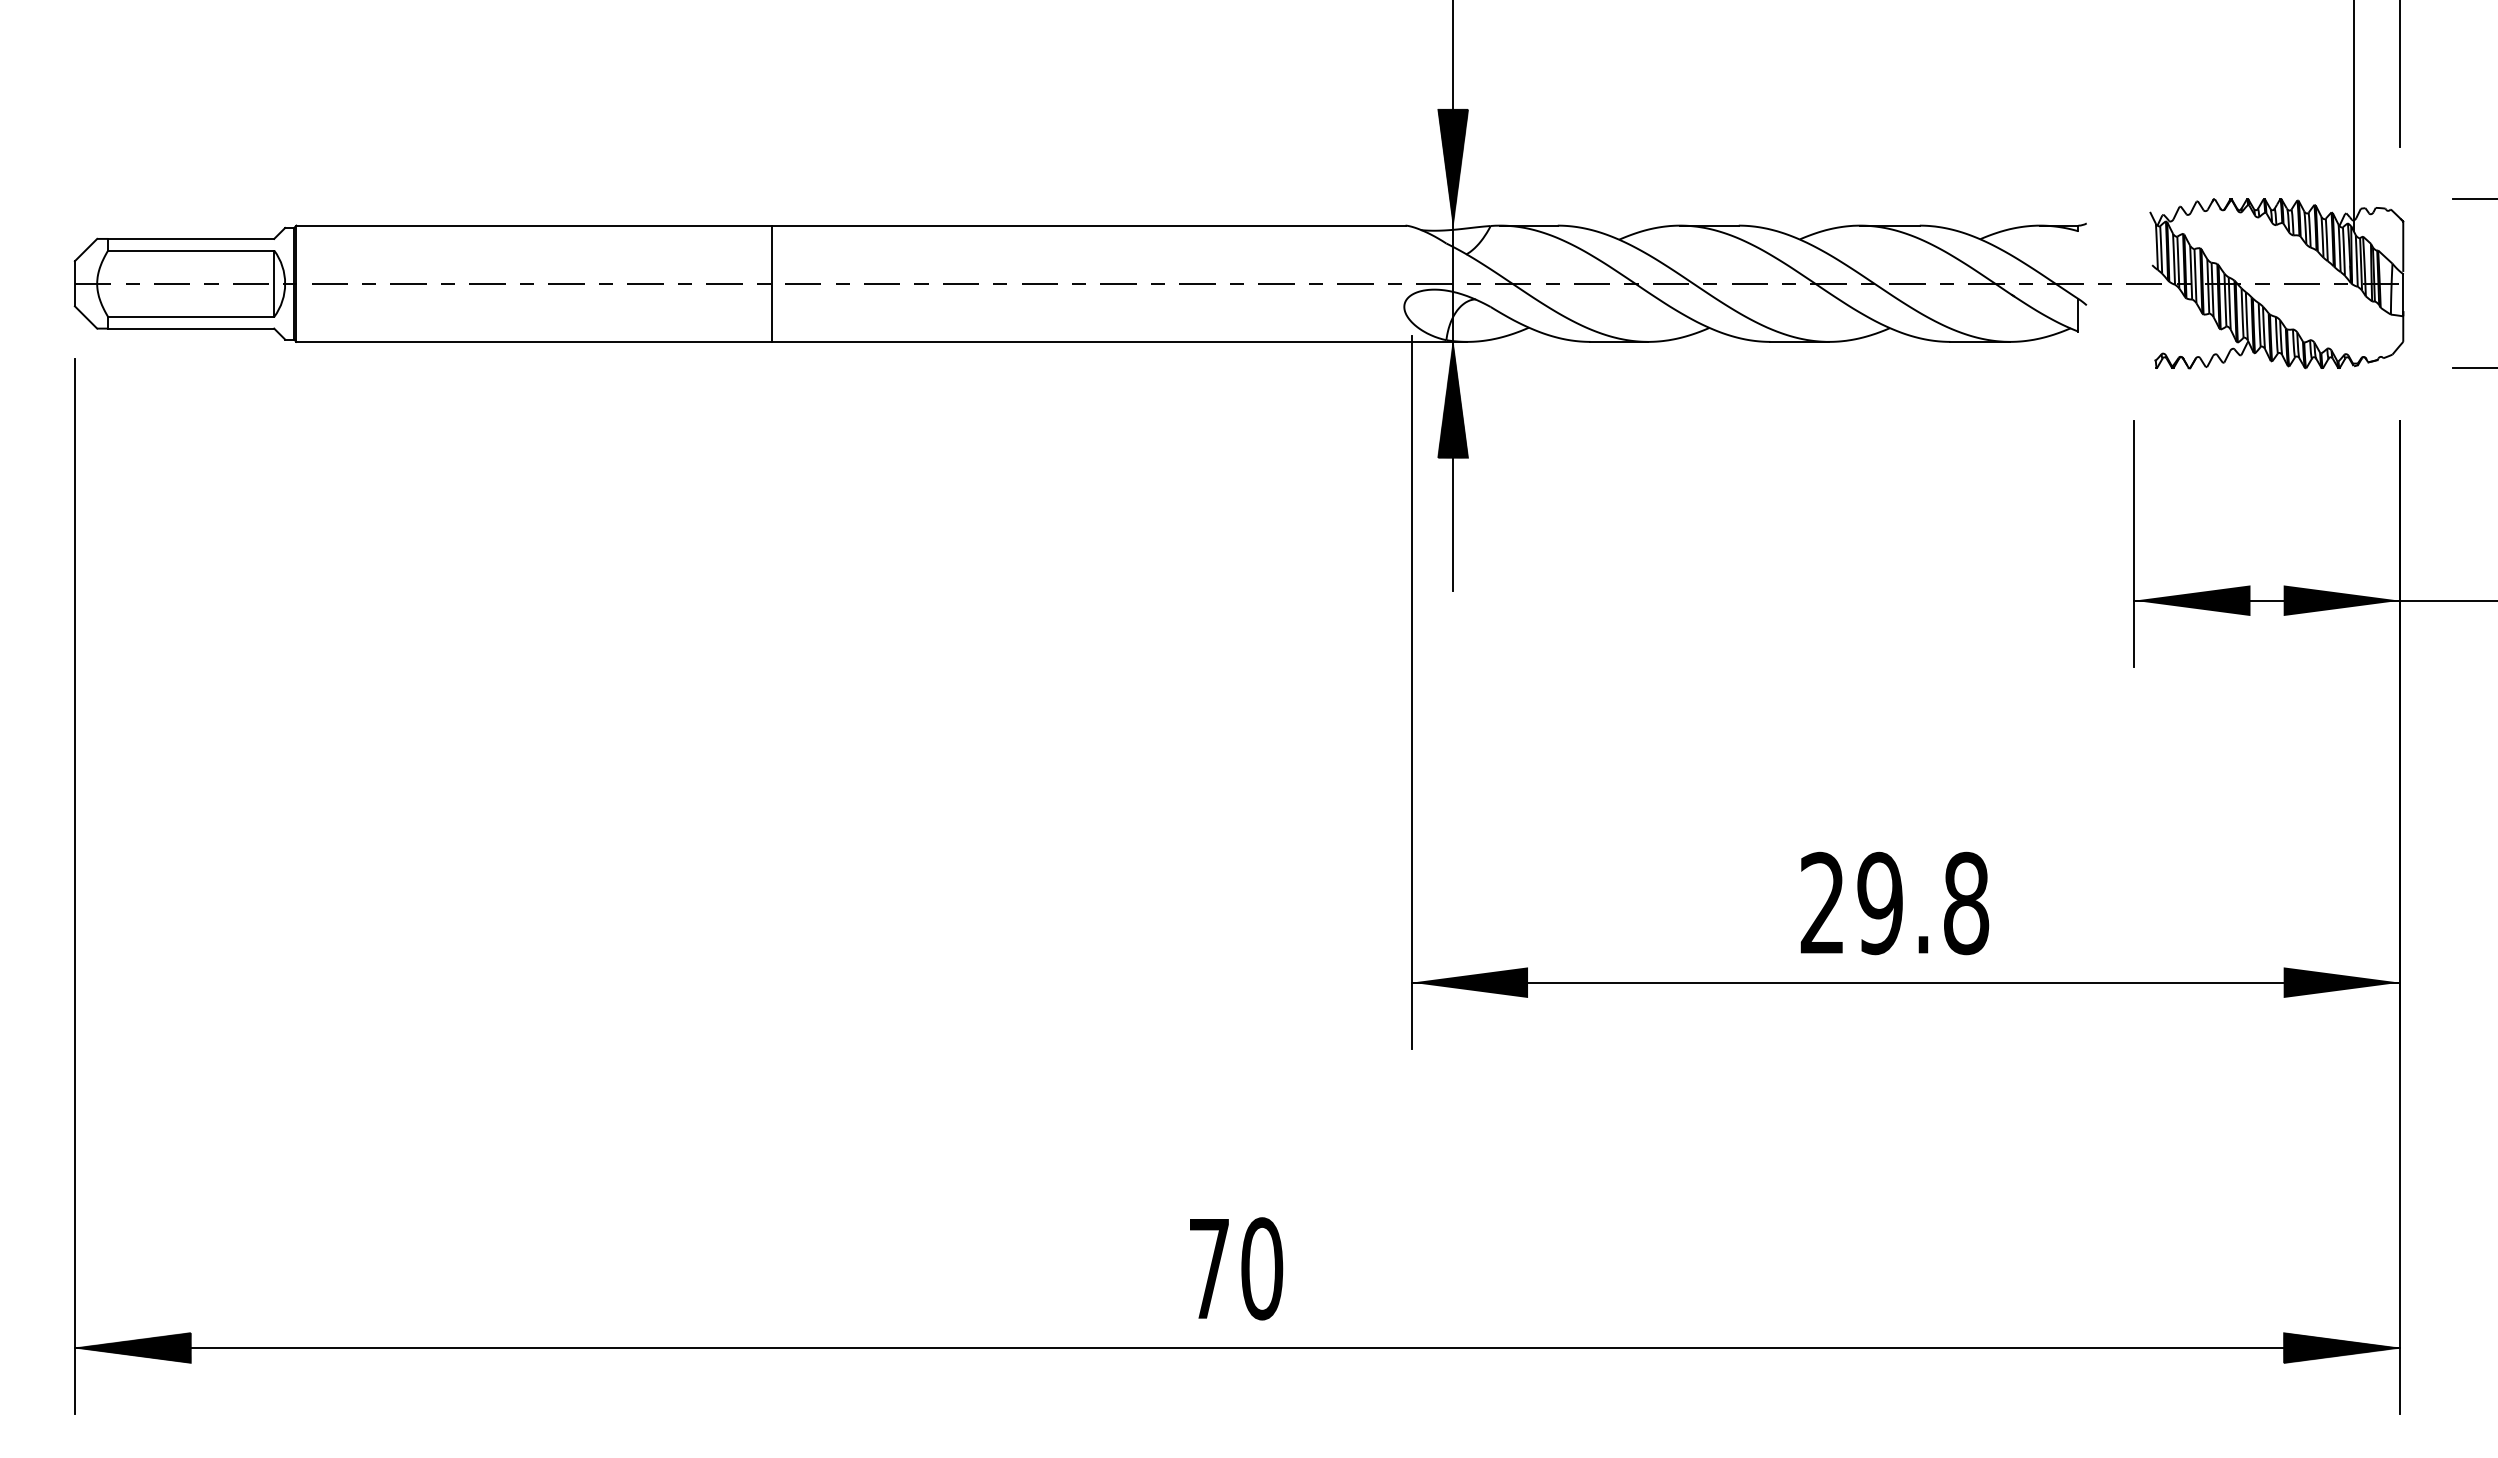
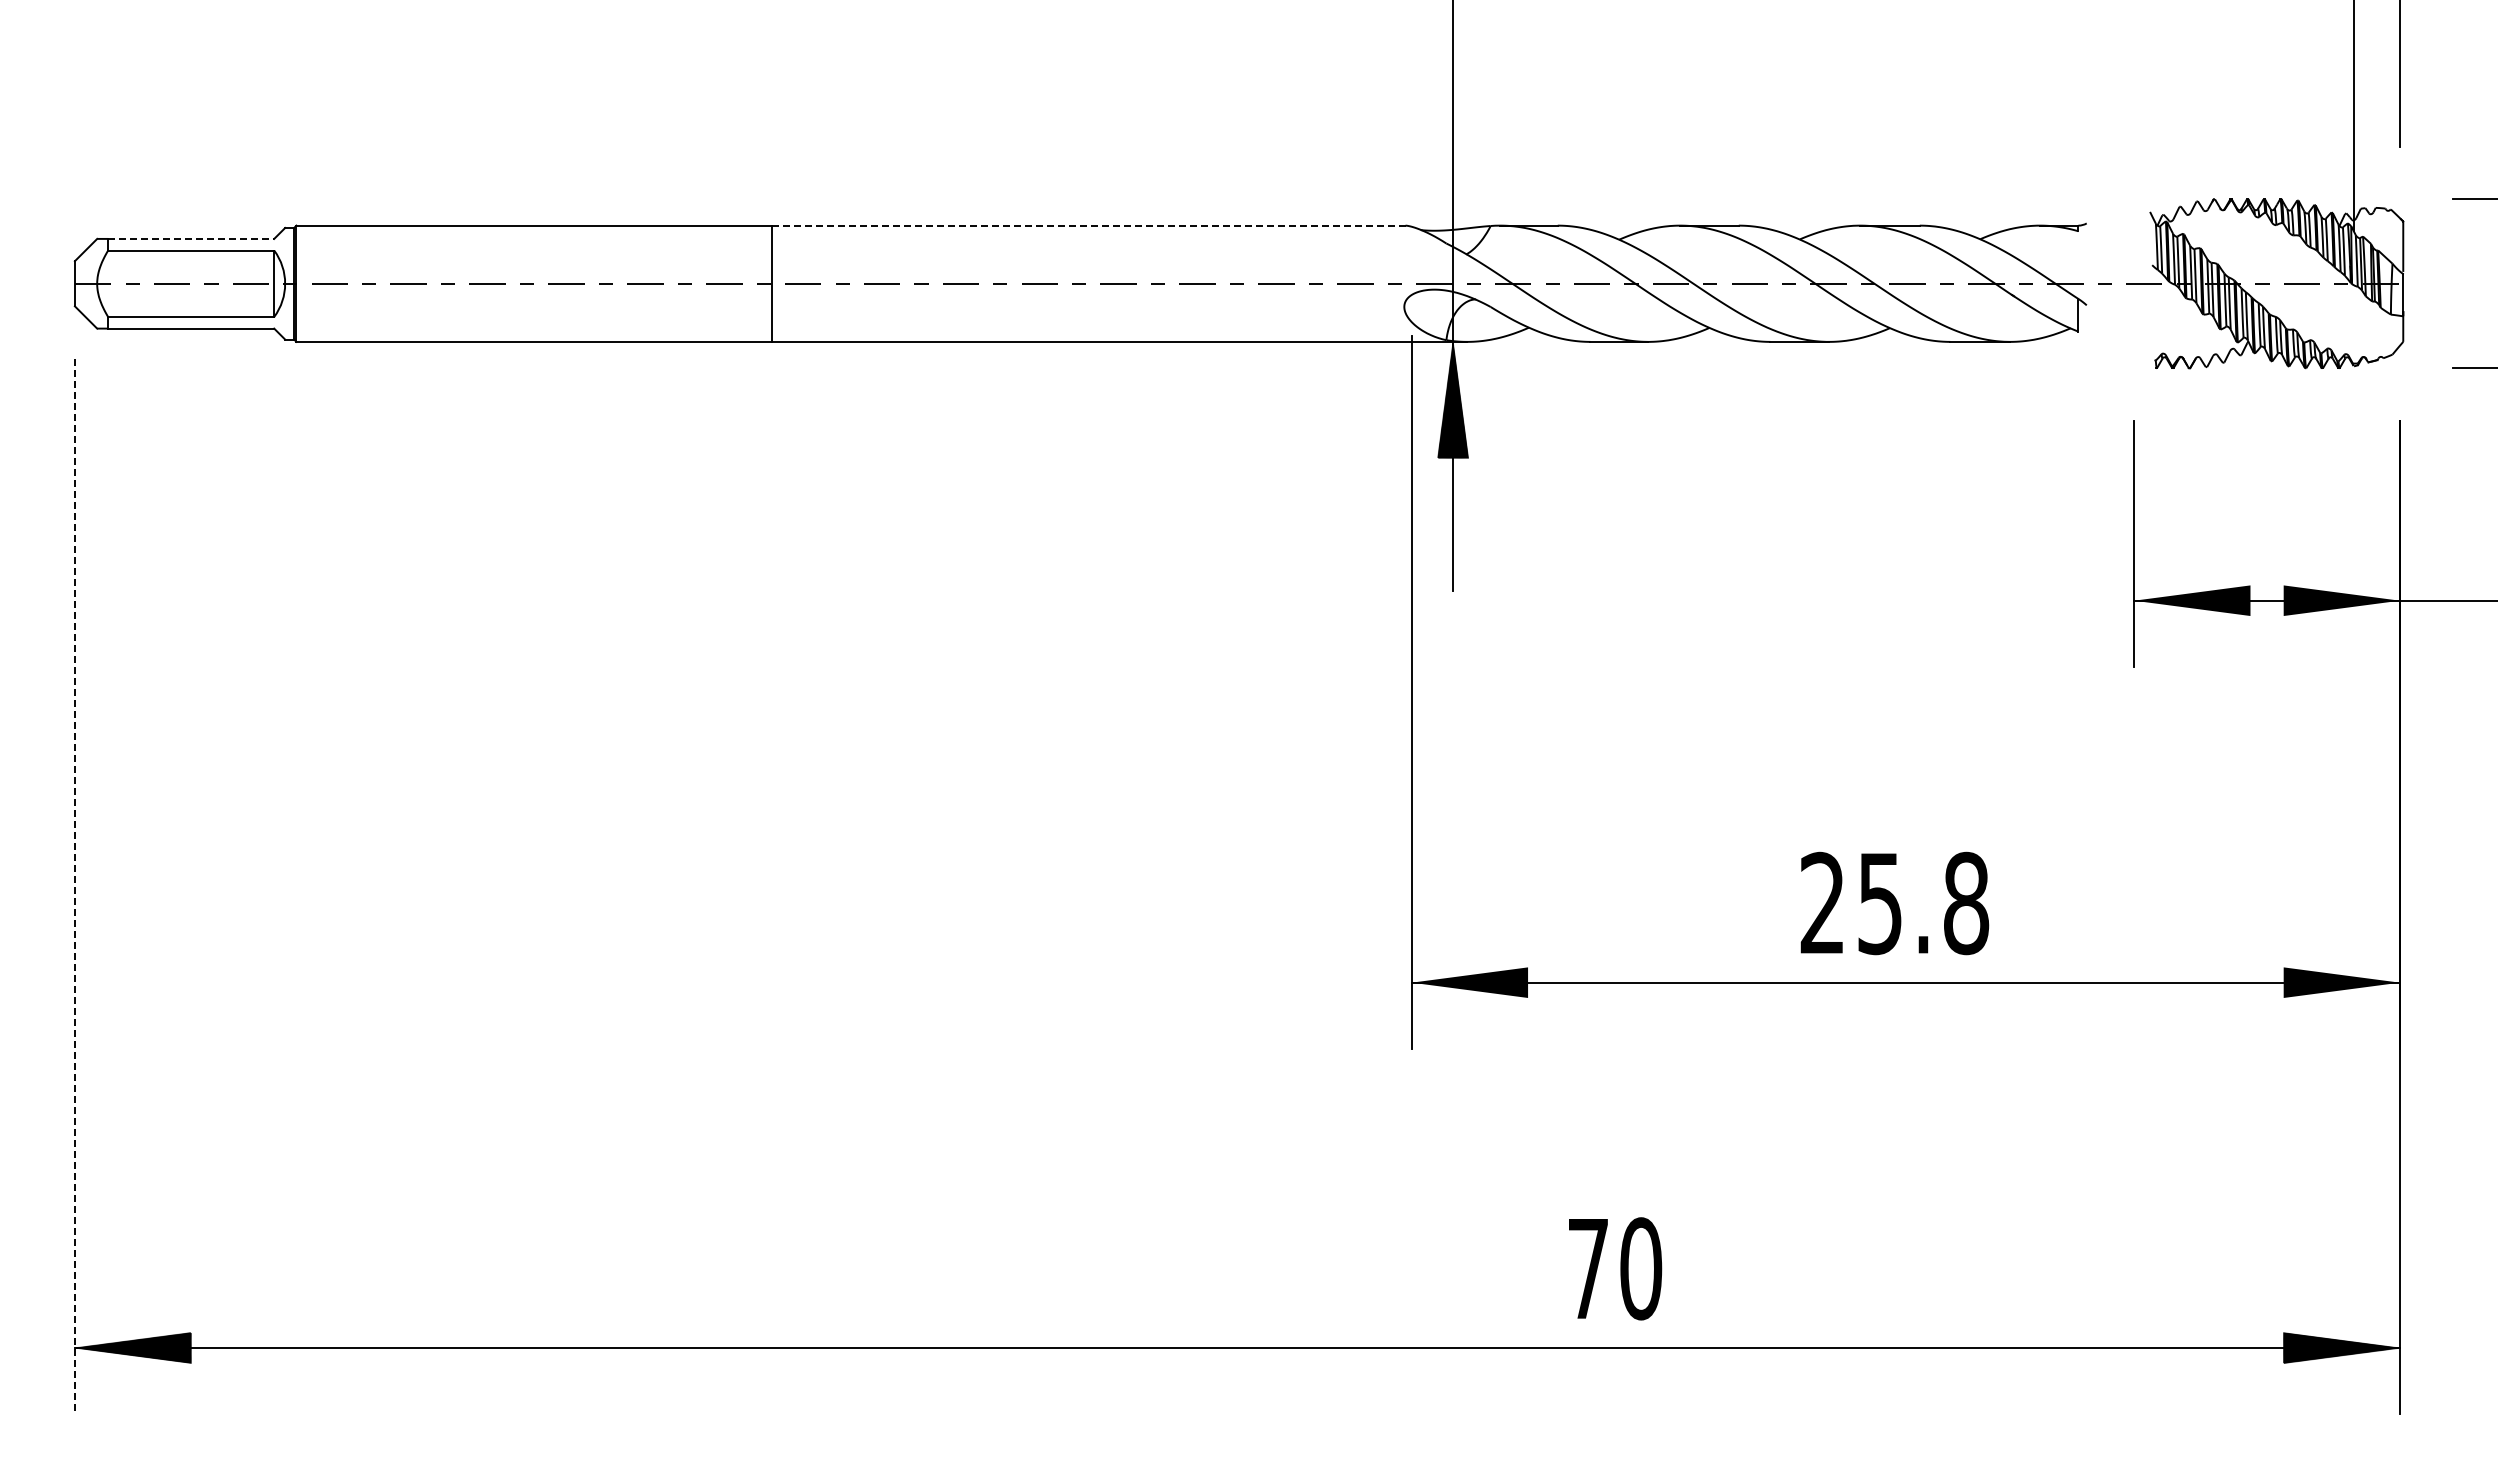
hatch at (1452, 167): present -> none
line at (1089, 225): solid -> dashed
line at (191, 238): solid -> dashed
line at (74, 886): solid -> dashed
text at (1879, 902): 29.8 -> 25.8
text at (1236, 1268) position: (1236, 1268) -> (1615, 1268)
